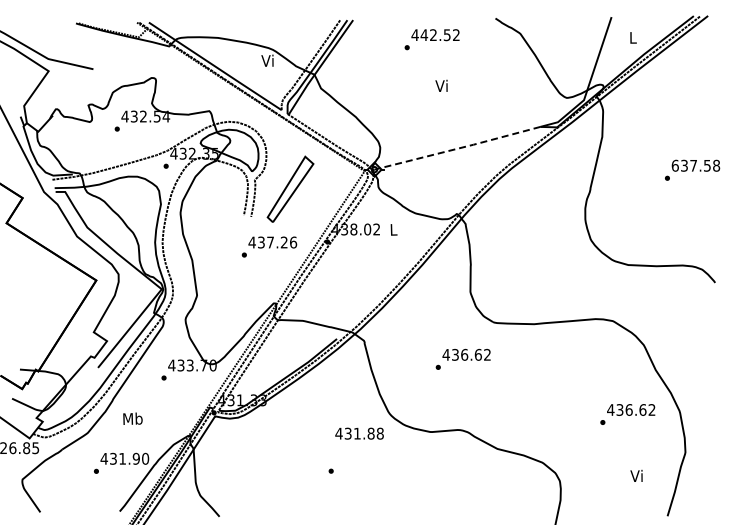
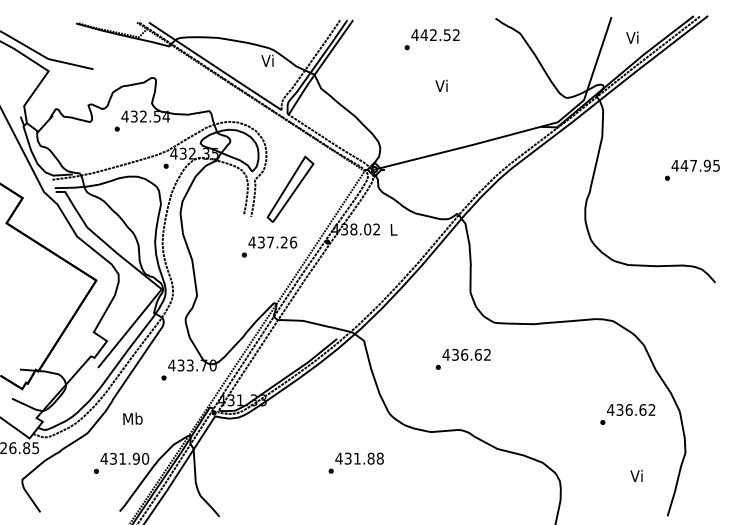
text at (632, 37): L -> Vi
line at (457, 148): dashed -> solid
text at (695, 165): 637.58 -> 447.95
text at (359, 433) position: (359, 433) -> (359, 458)
